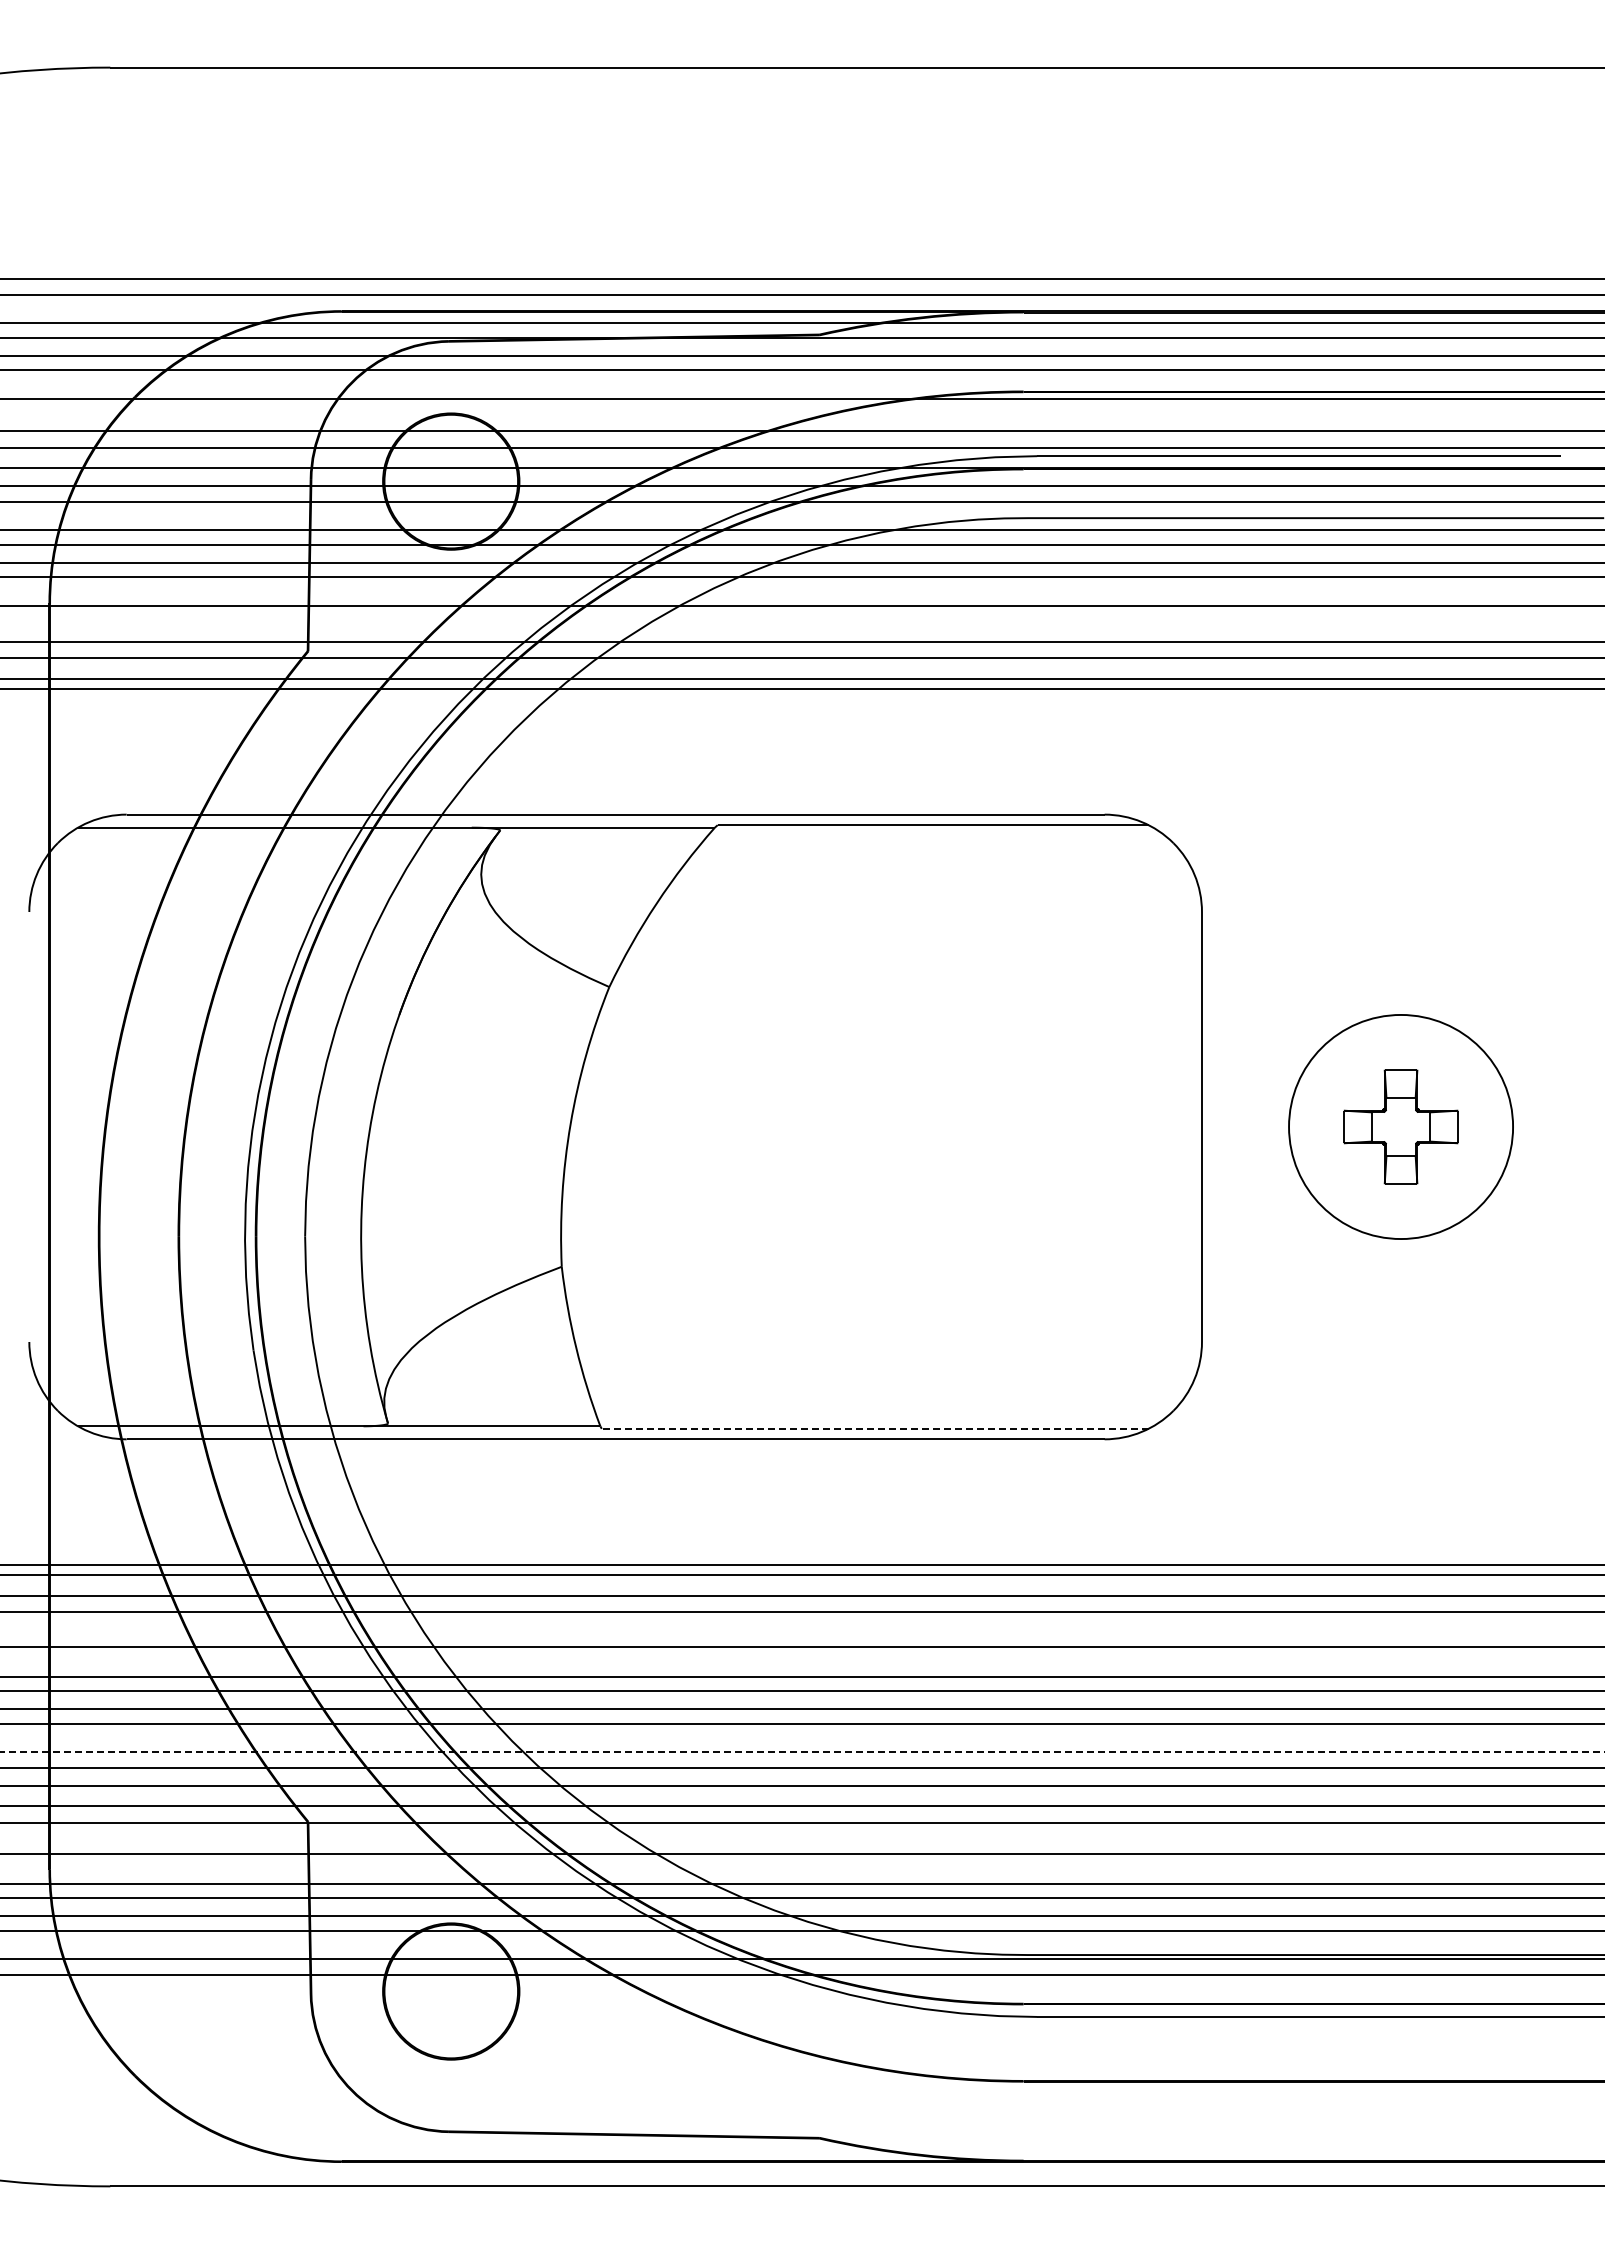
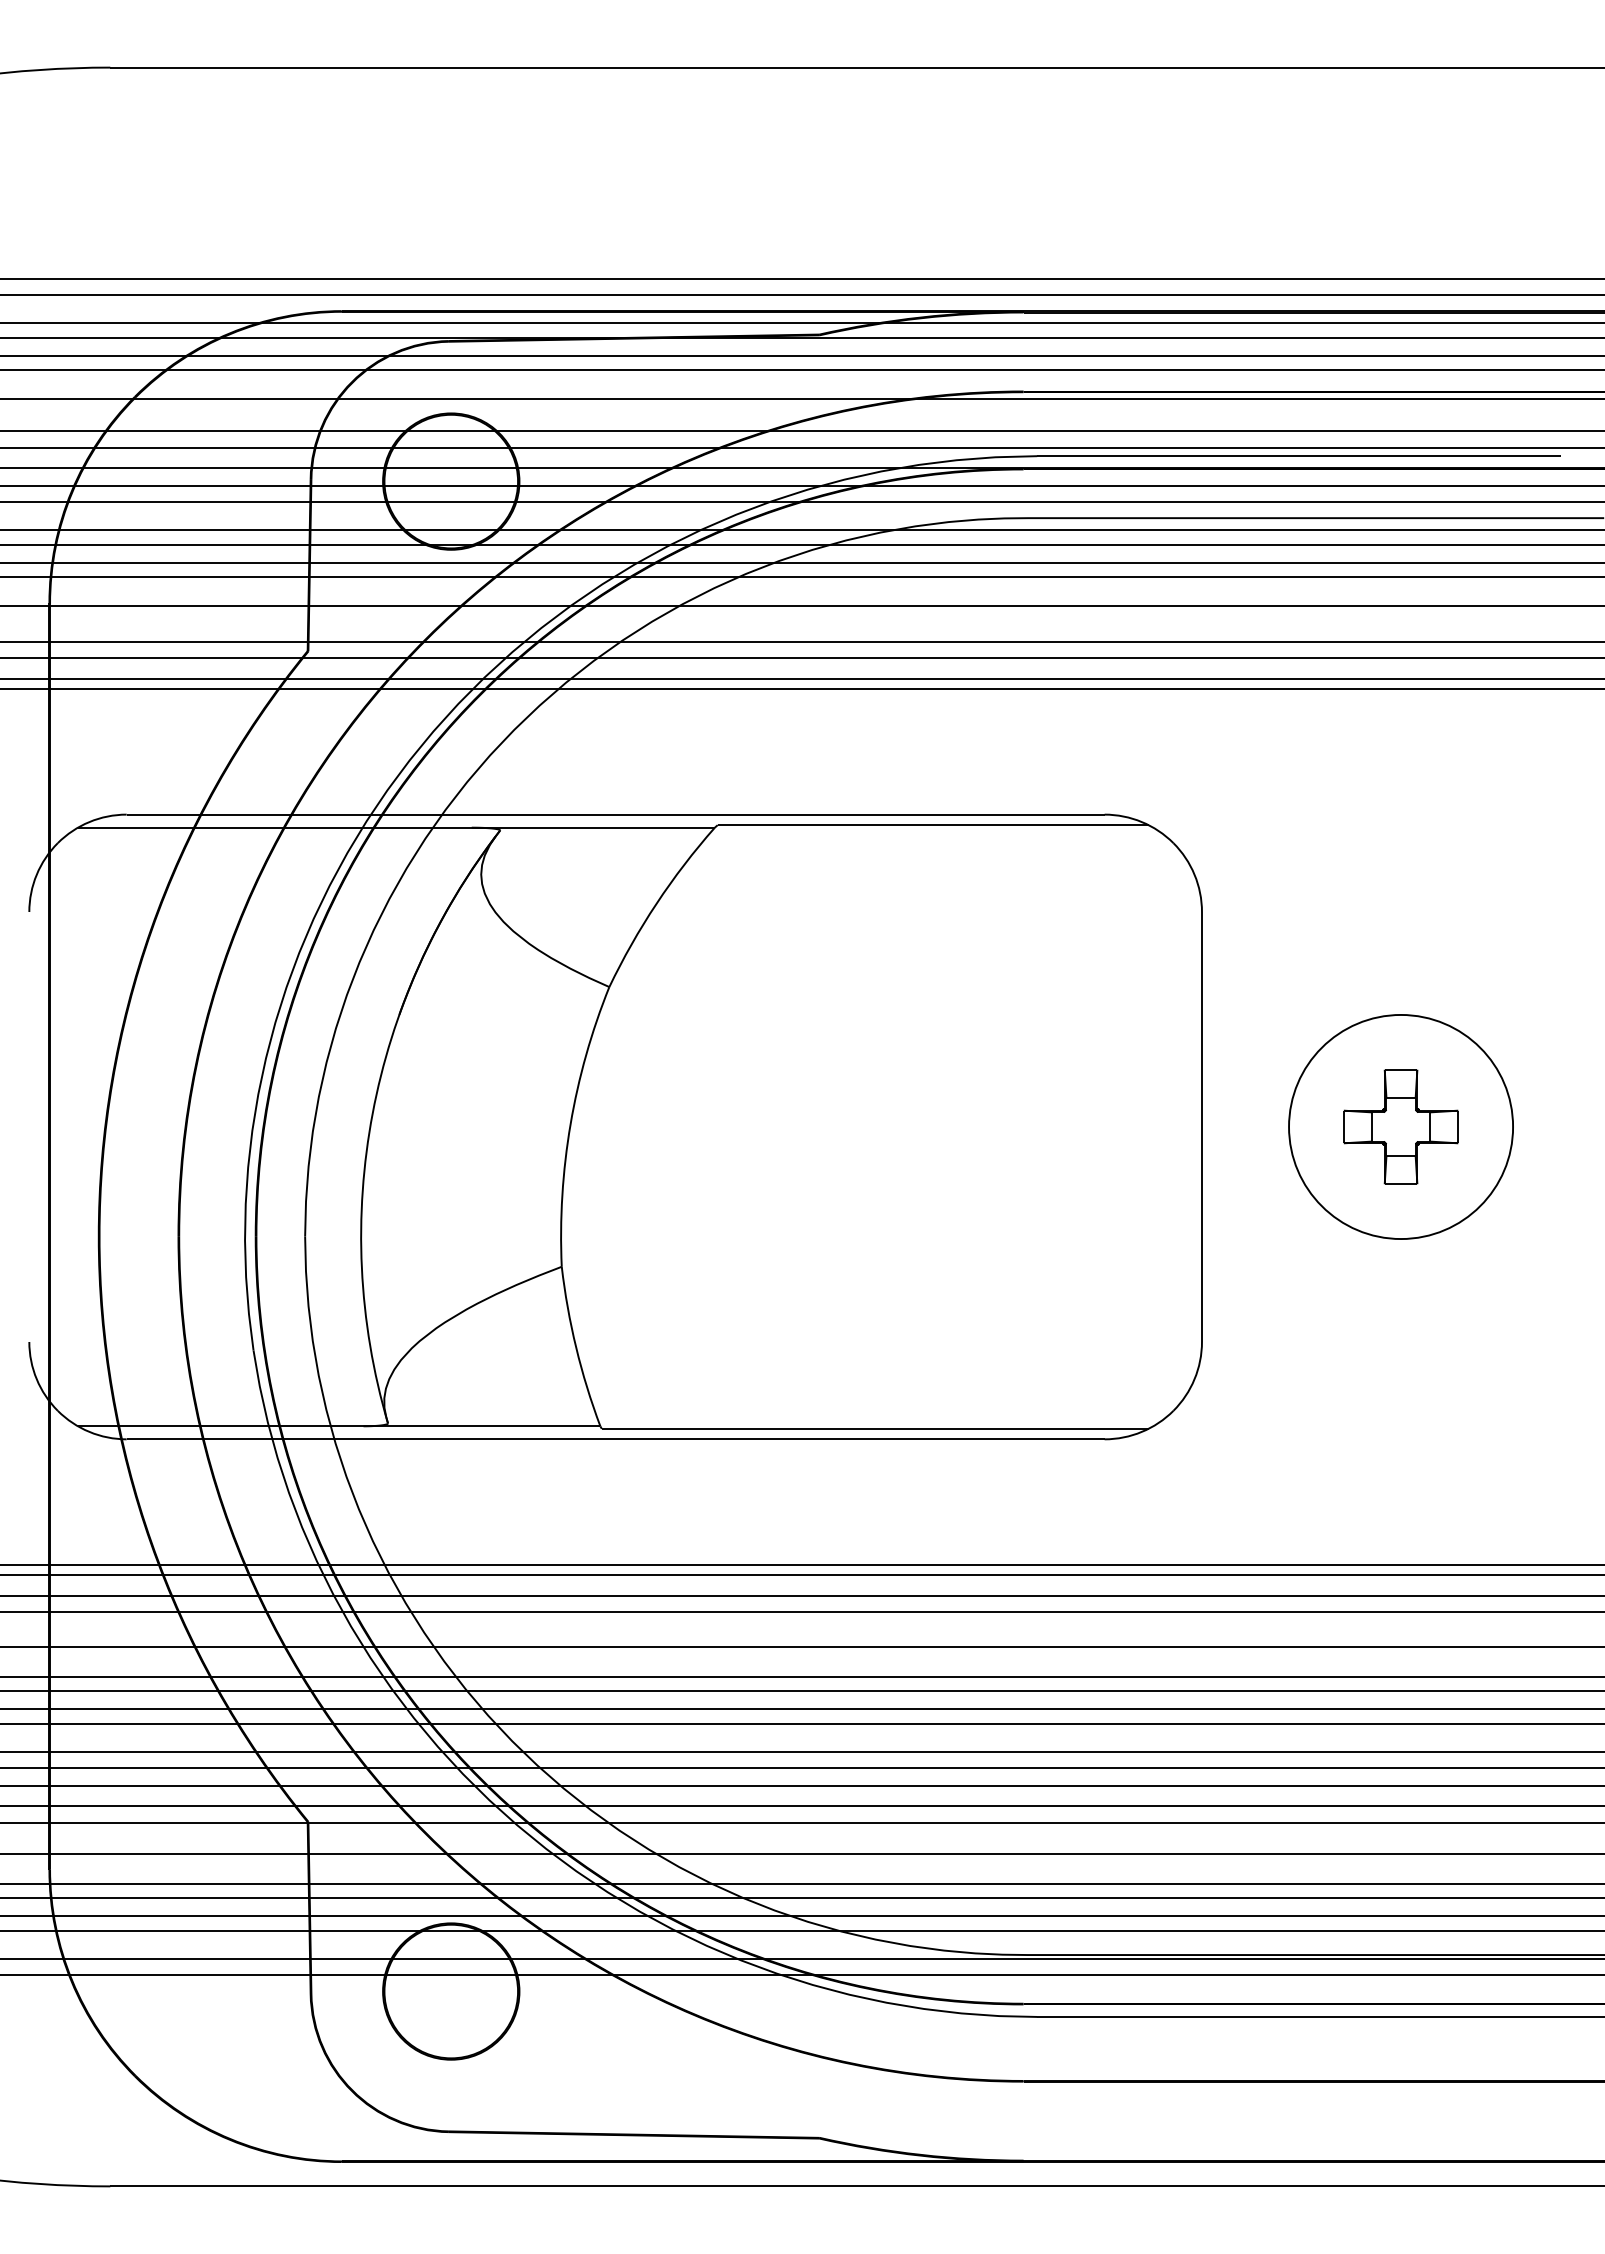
line at (874, 1428): dashed -> solid
line at (802, 1752): dashed -> solid
